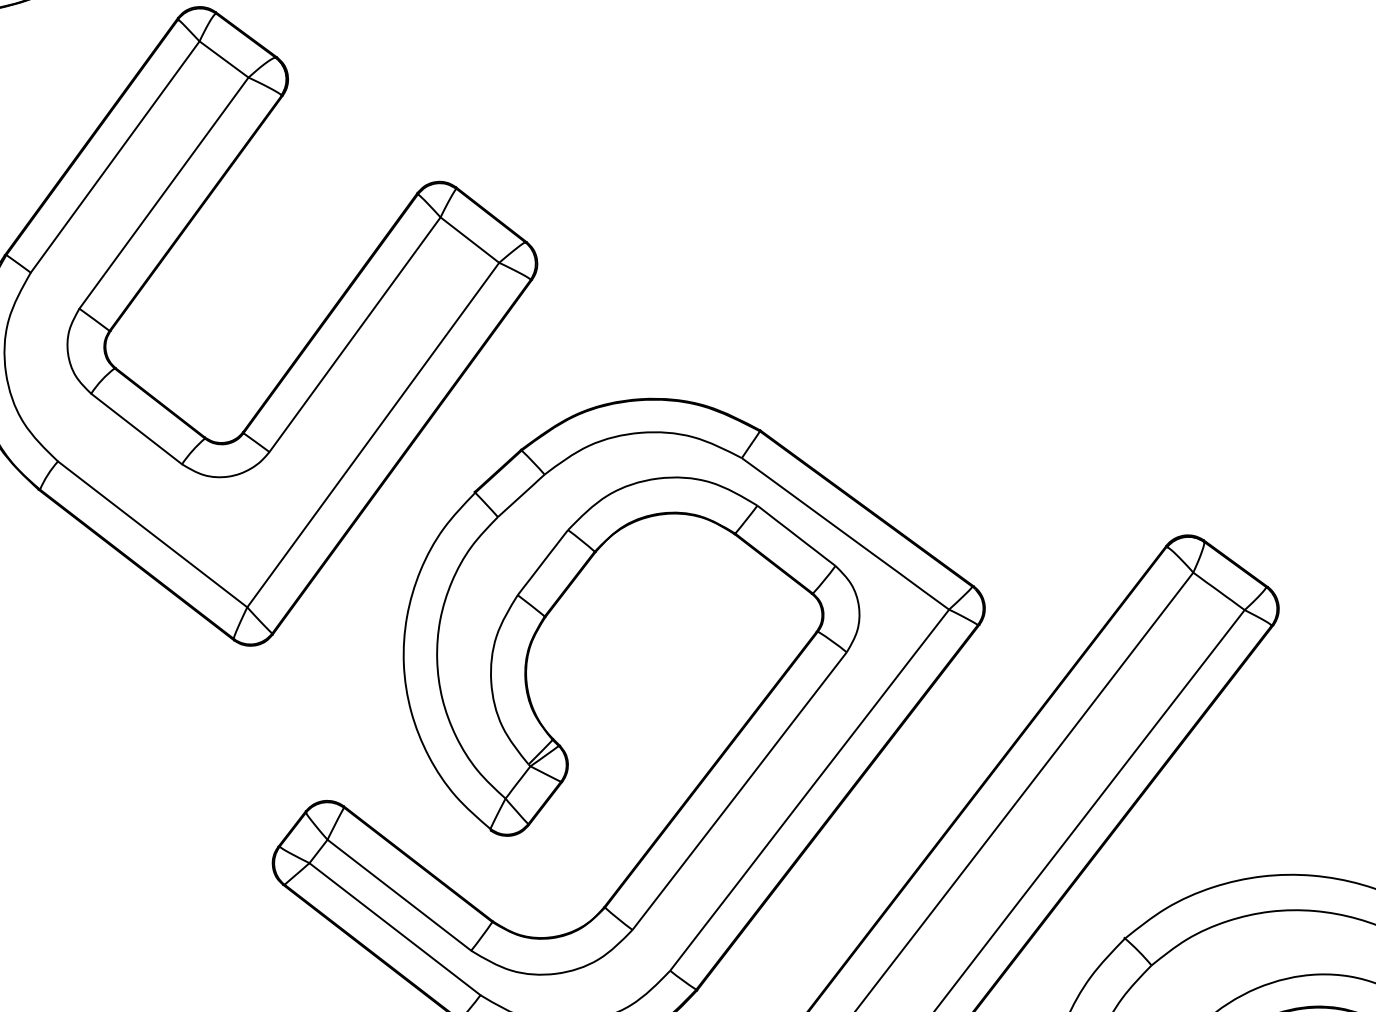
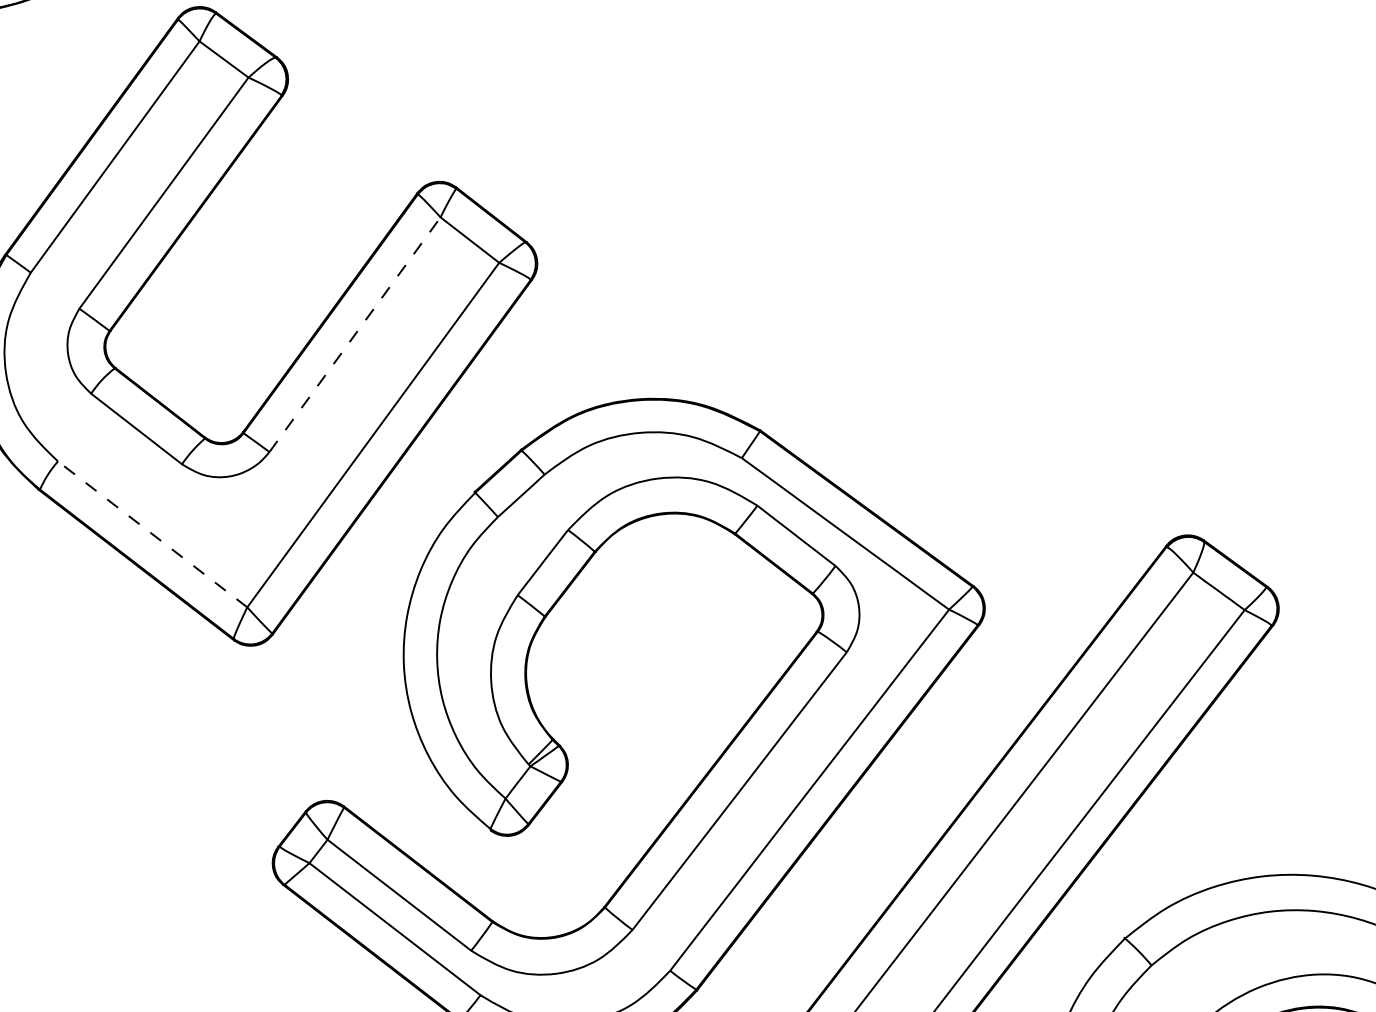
line at (355, 334): solid -> dashed
line at (152, 534): solid -> dashed
